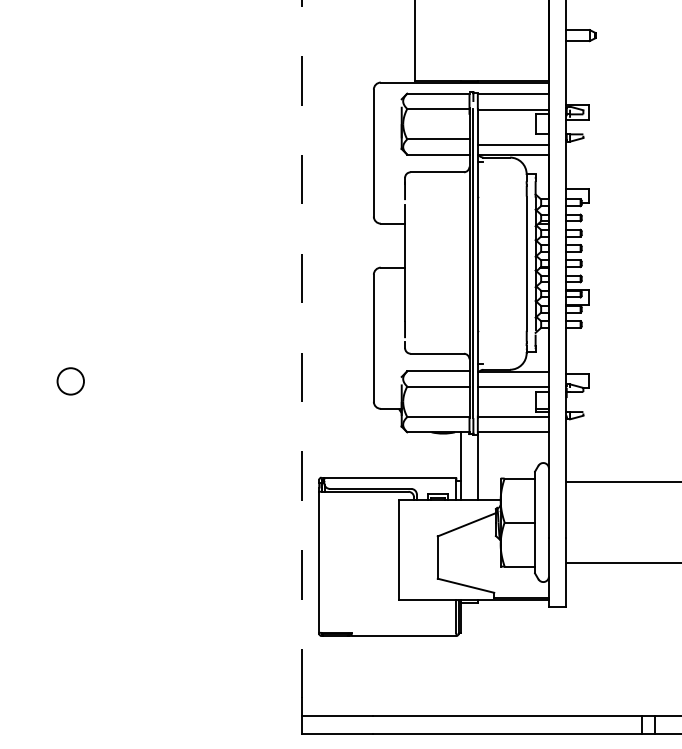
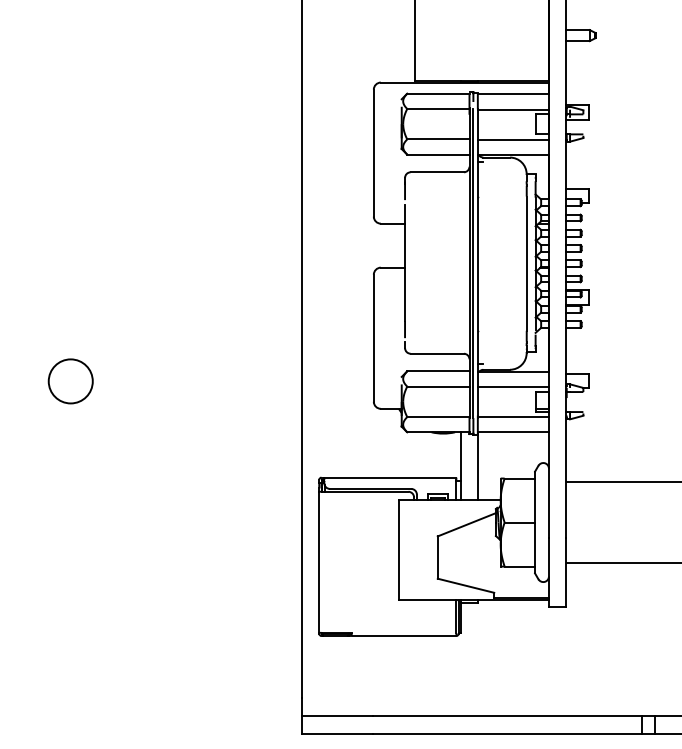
line at (513, 144) position: (513, 144) -> (513, 139)
line at (302, 349): dashed -> solid
circle at (70, 381) diameter: 26 px -> 44 px
